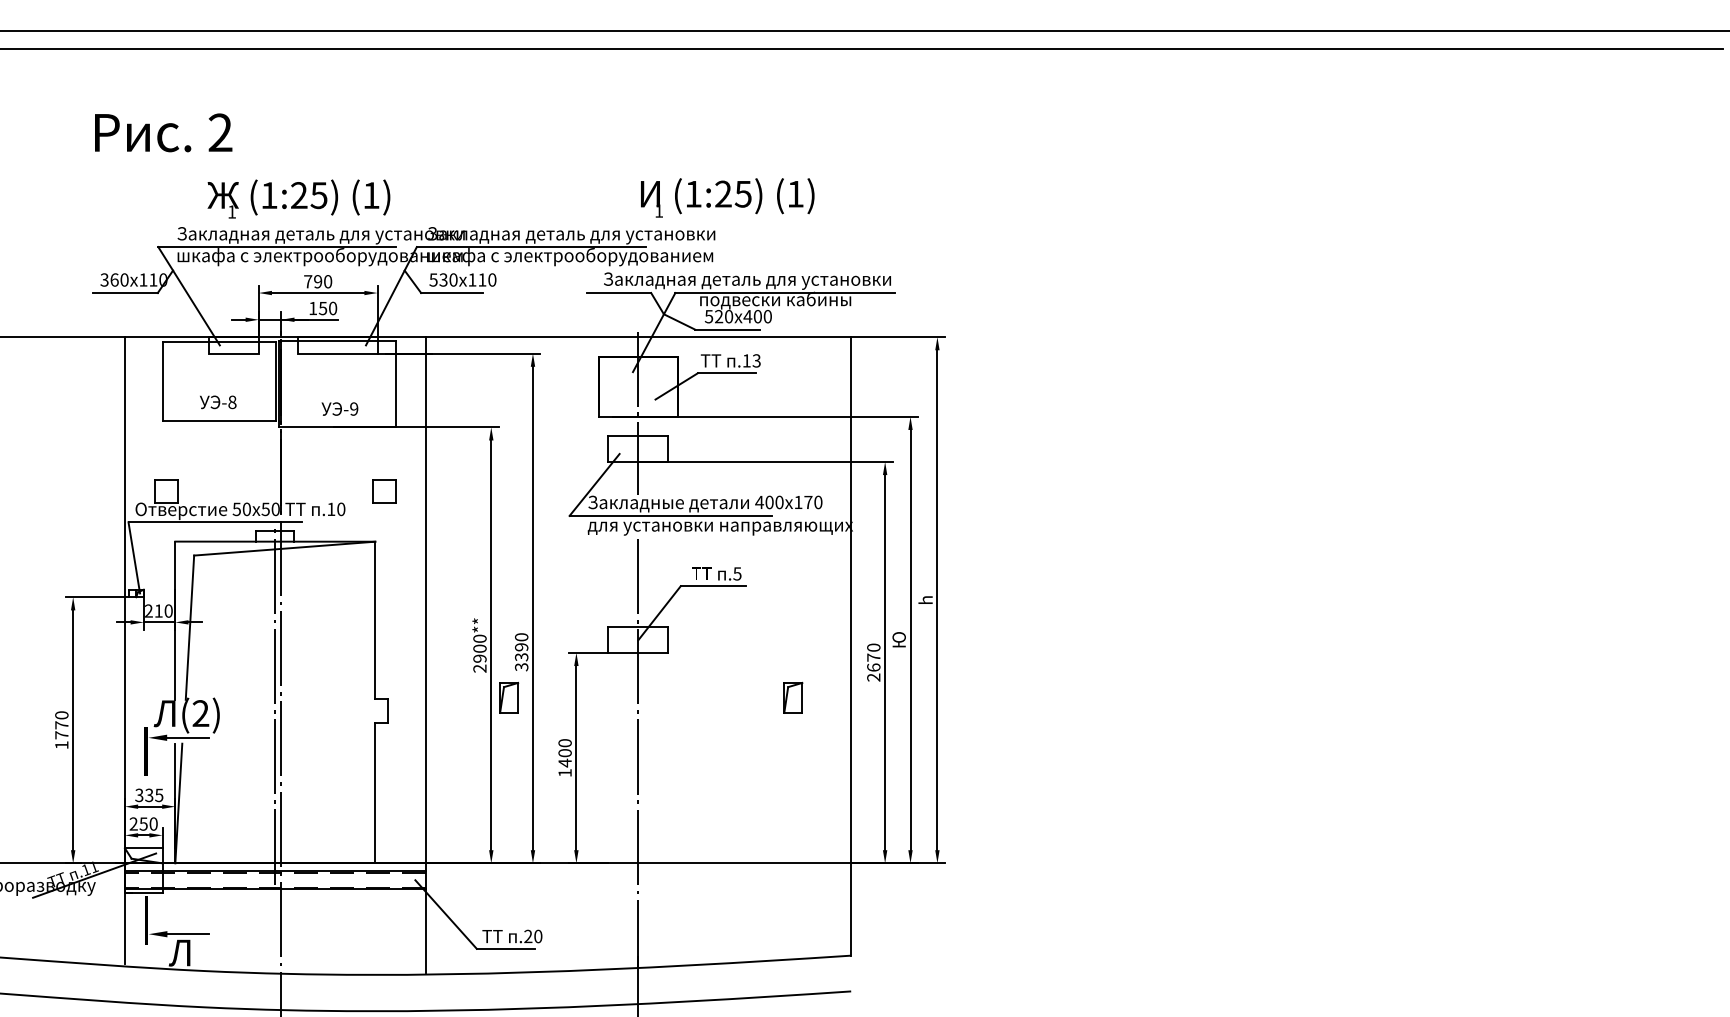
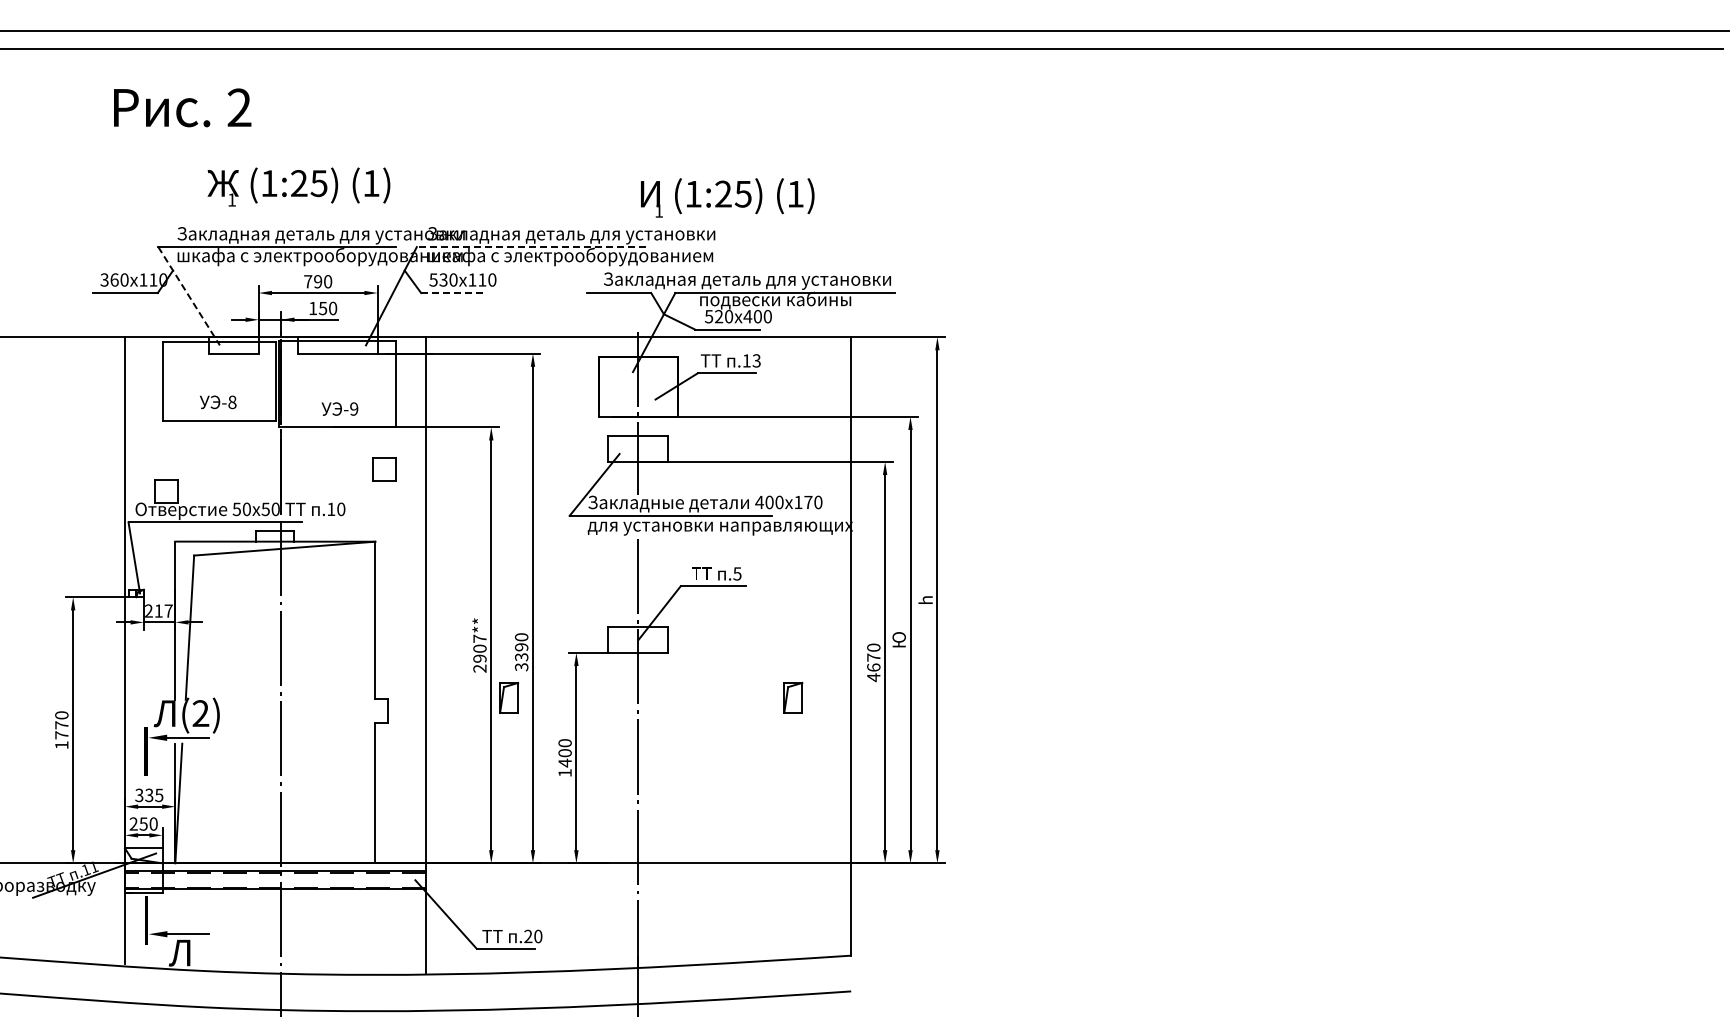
text at (163, 132) position: (163, 132) -> (182, 107)
text at (298, 198) position: (298, 198) -> (298, 186)
line at (531, 247): solid -> dashed
line at (452, 293): solid -> dashed
line at (189, 296): solid -> dashed
part at (384, 491) position: (384, 491) -> (384, 469)
text at (168, 610): 210 -> 217
text at (479, 638): 2900** -> 2907**
text at (873, 677): 2670 -> 4670
line at (275, 705): present -> none
